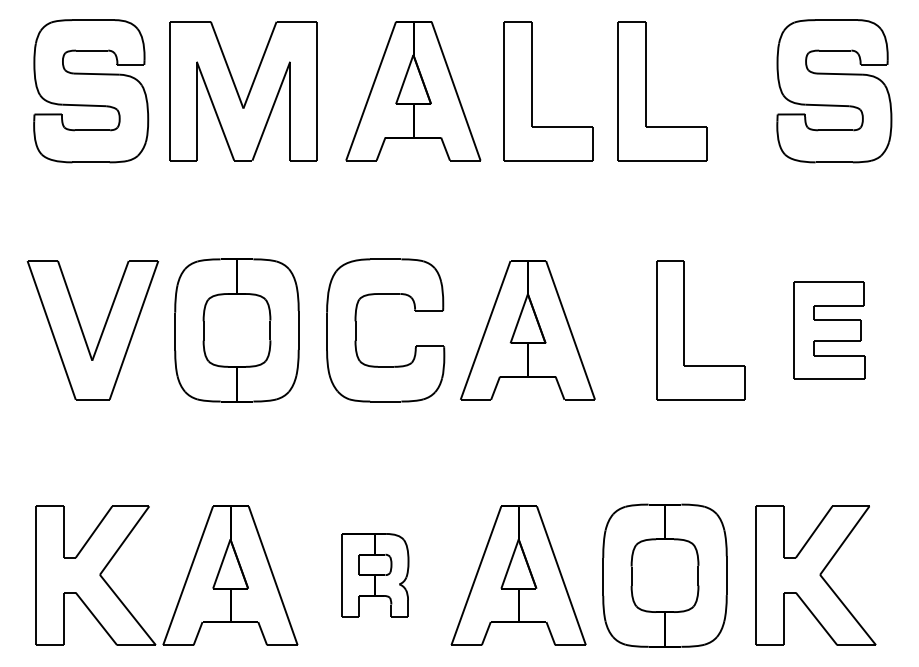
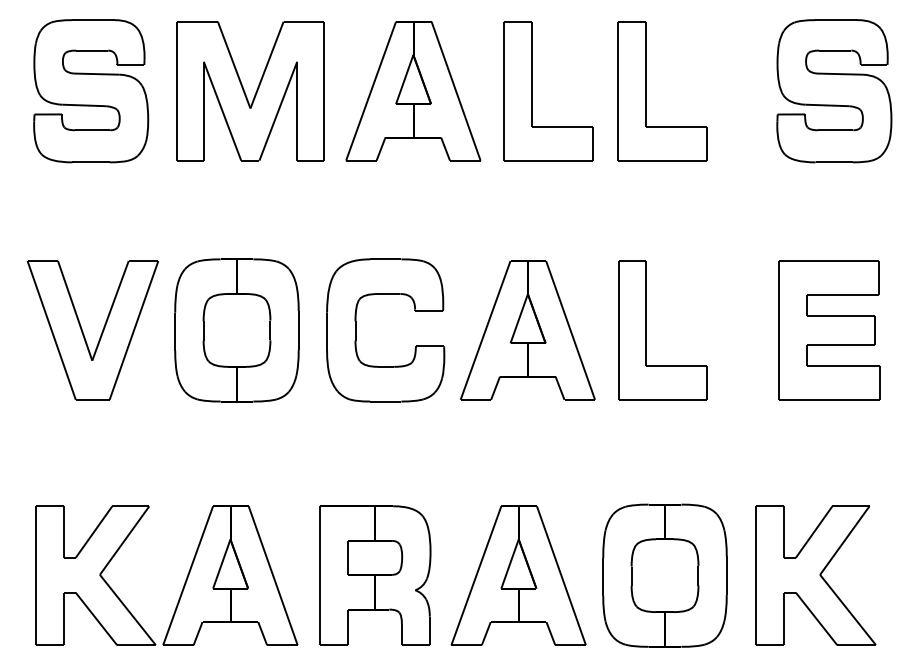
part at (243, 91) position: (243, 91) -> (250, 91)
part at (684, 330) position: (684, 330) -> (646, 330)
part at (829, 330) size: 73x99 px -> 103x141 px
part at (375, 575) size: 69x85 px -> 113x141 px
